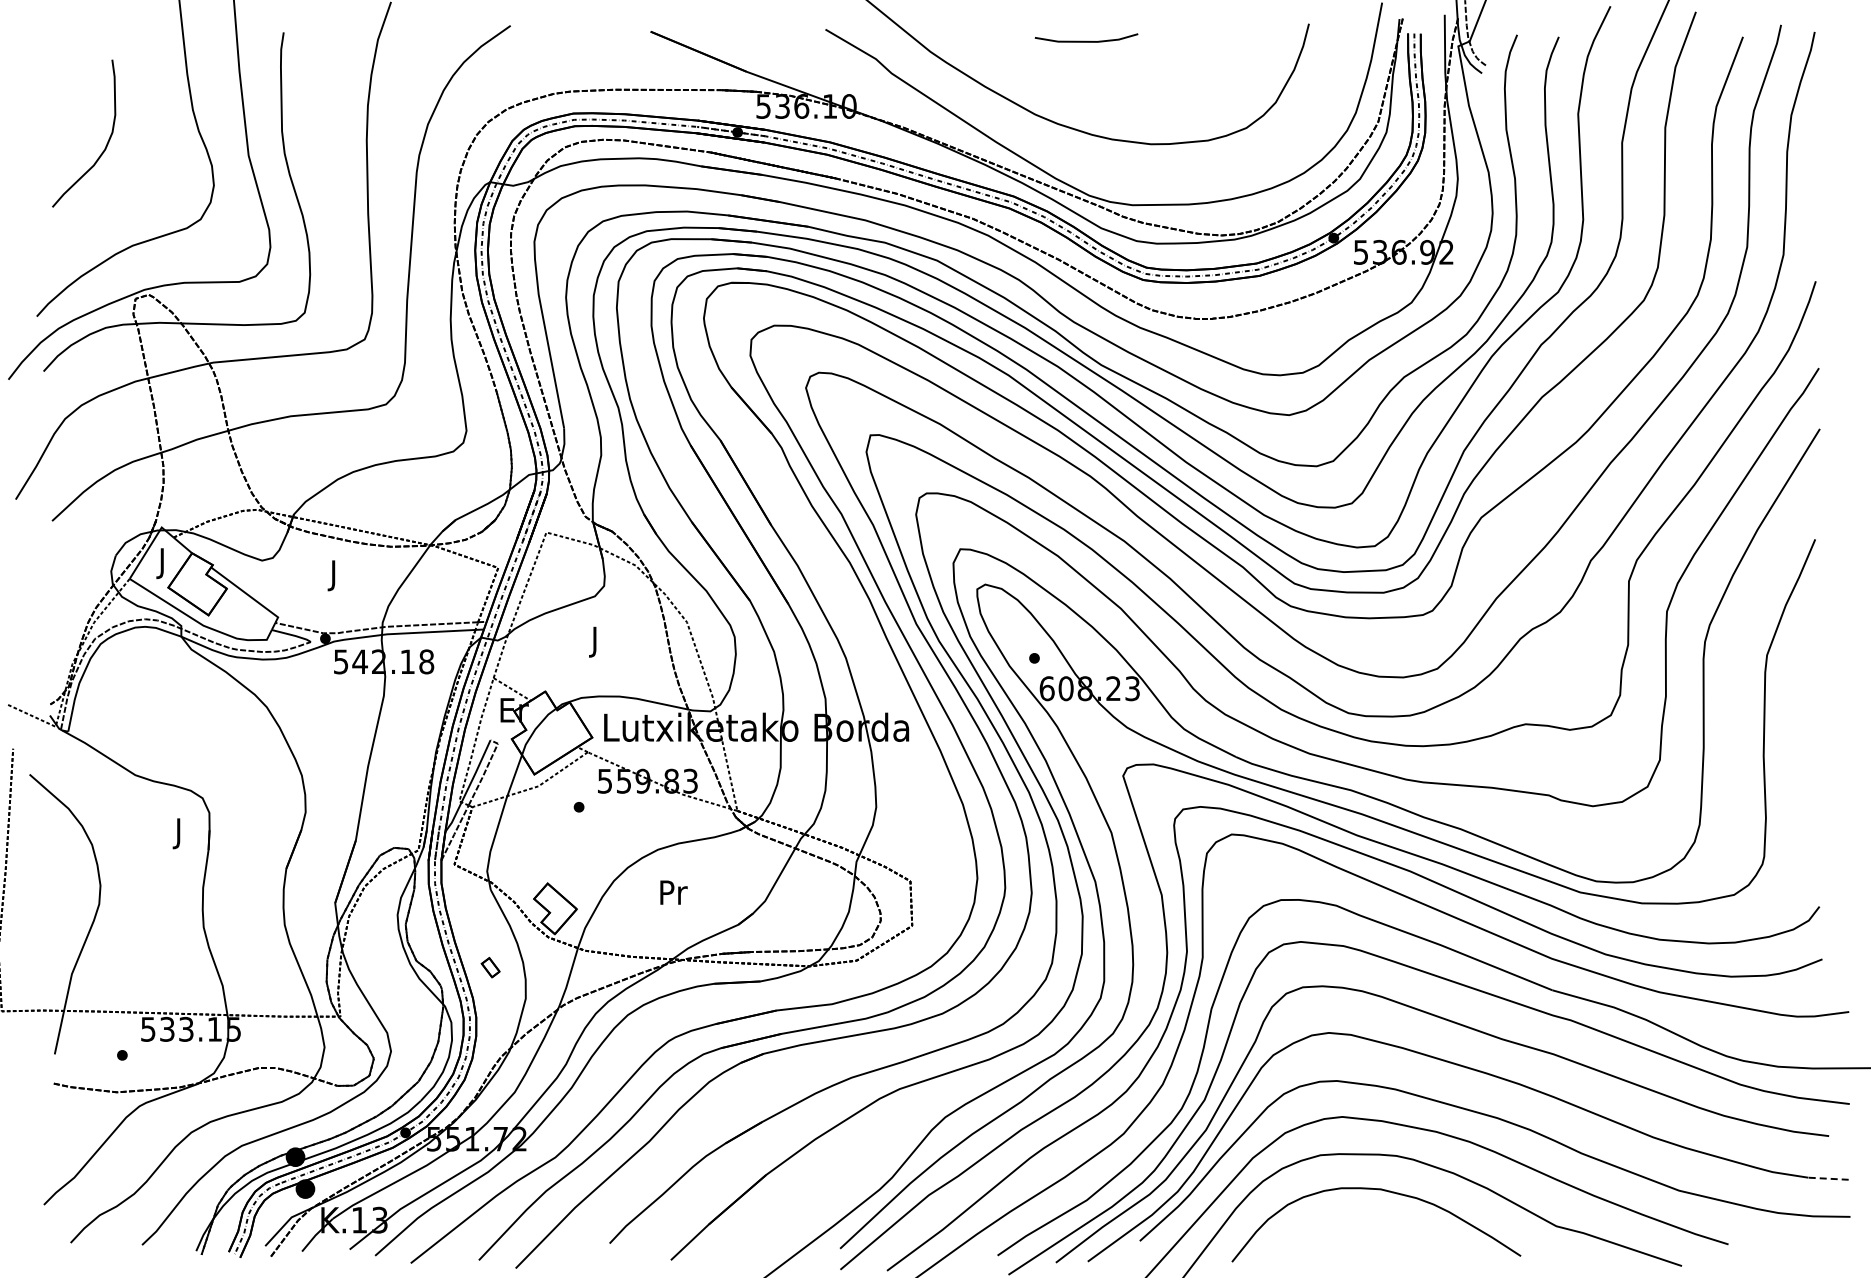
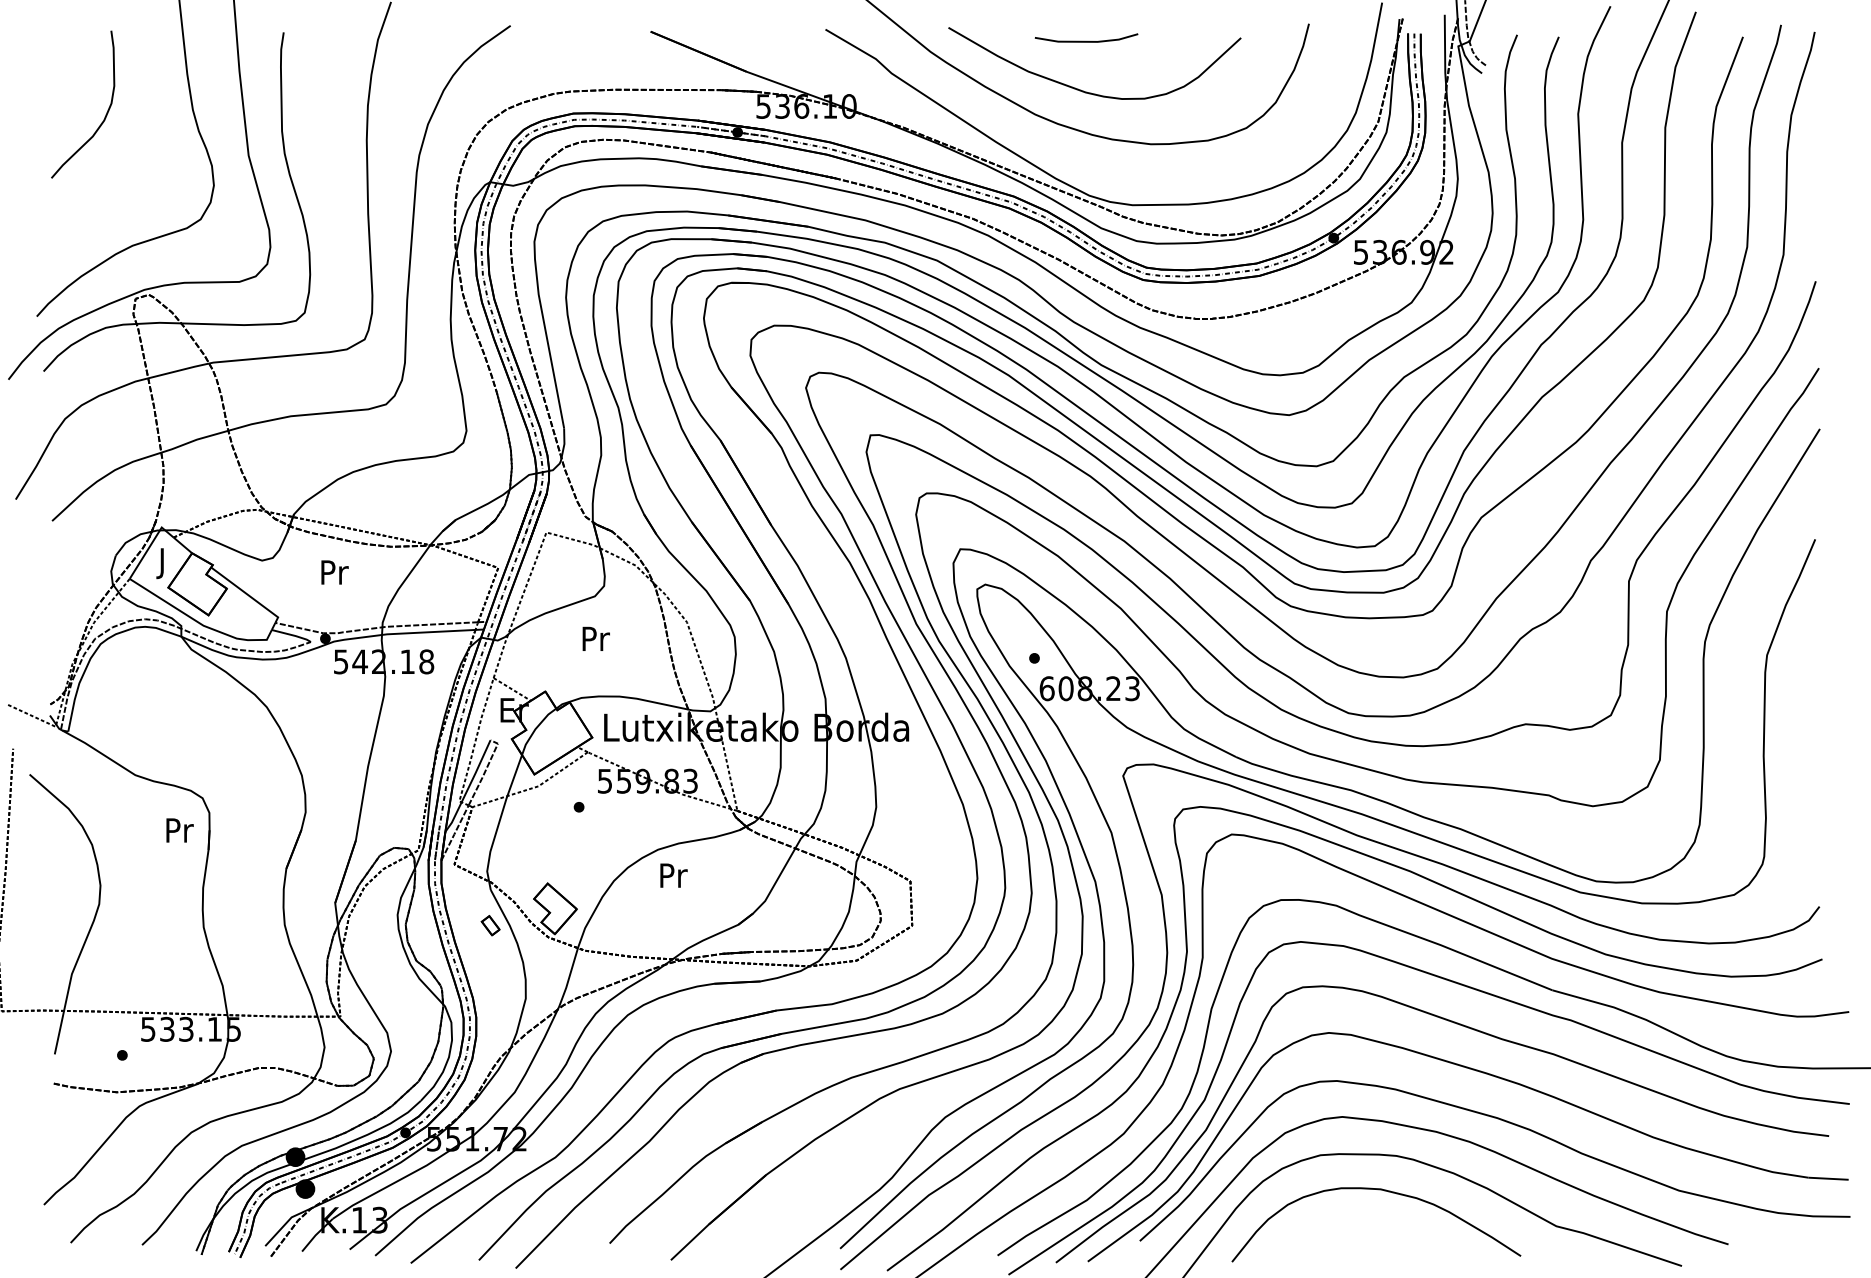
curve at (1086, 91): none -> present
curve at (106, 143) position: (106, 143) -> (105, 114)
text at (334, 575): J -> Pr
text at (595, 641): J -> Pr
text at (179, 833): J -> Pr
text at (673, 892) position: (673, 892) -> (673, 875)
part at (490, 967) position: (490, 967) -> (490, 925)
line at (1828, 1178): dashed -> solid
